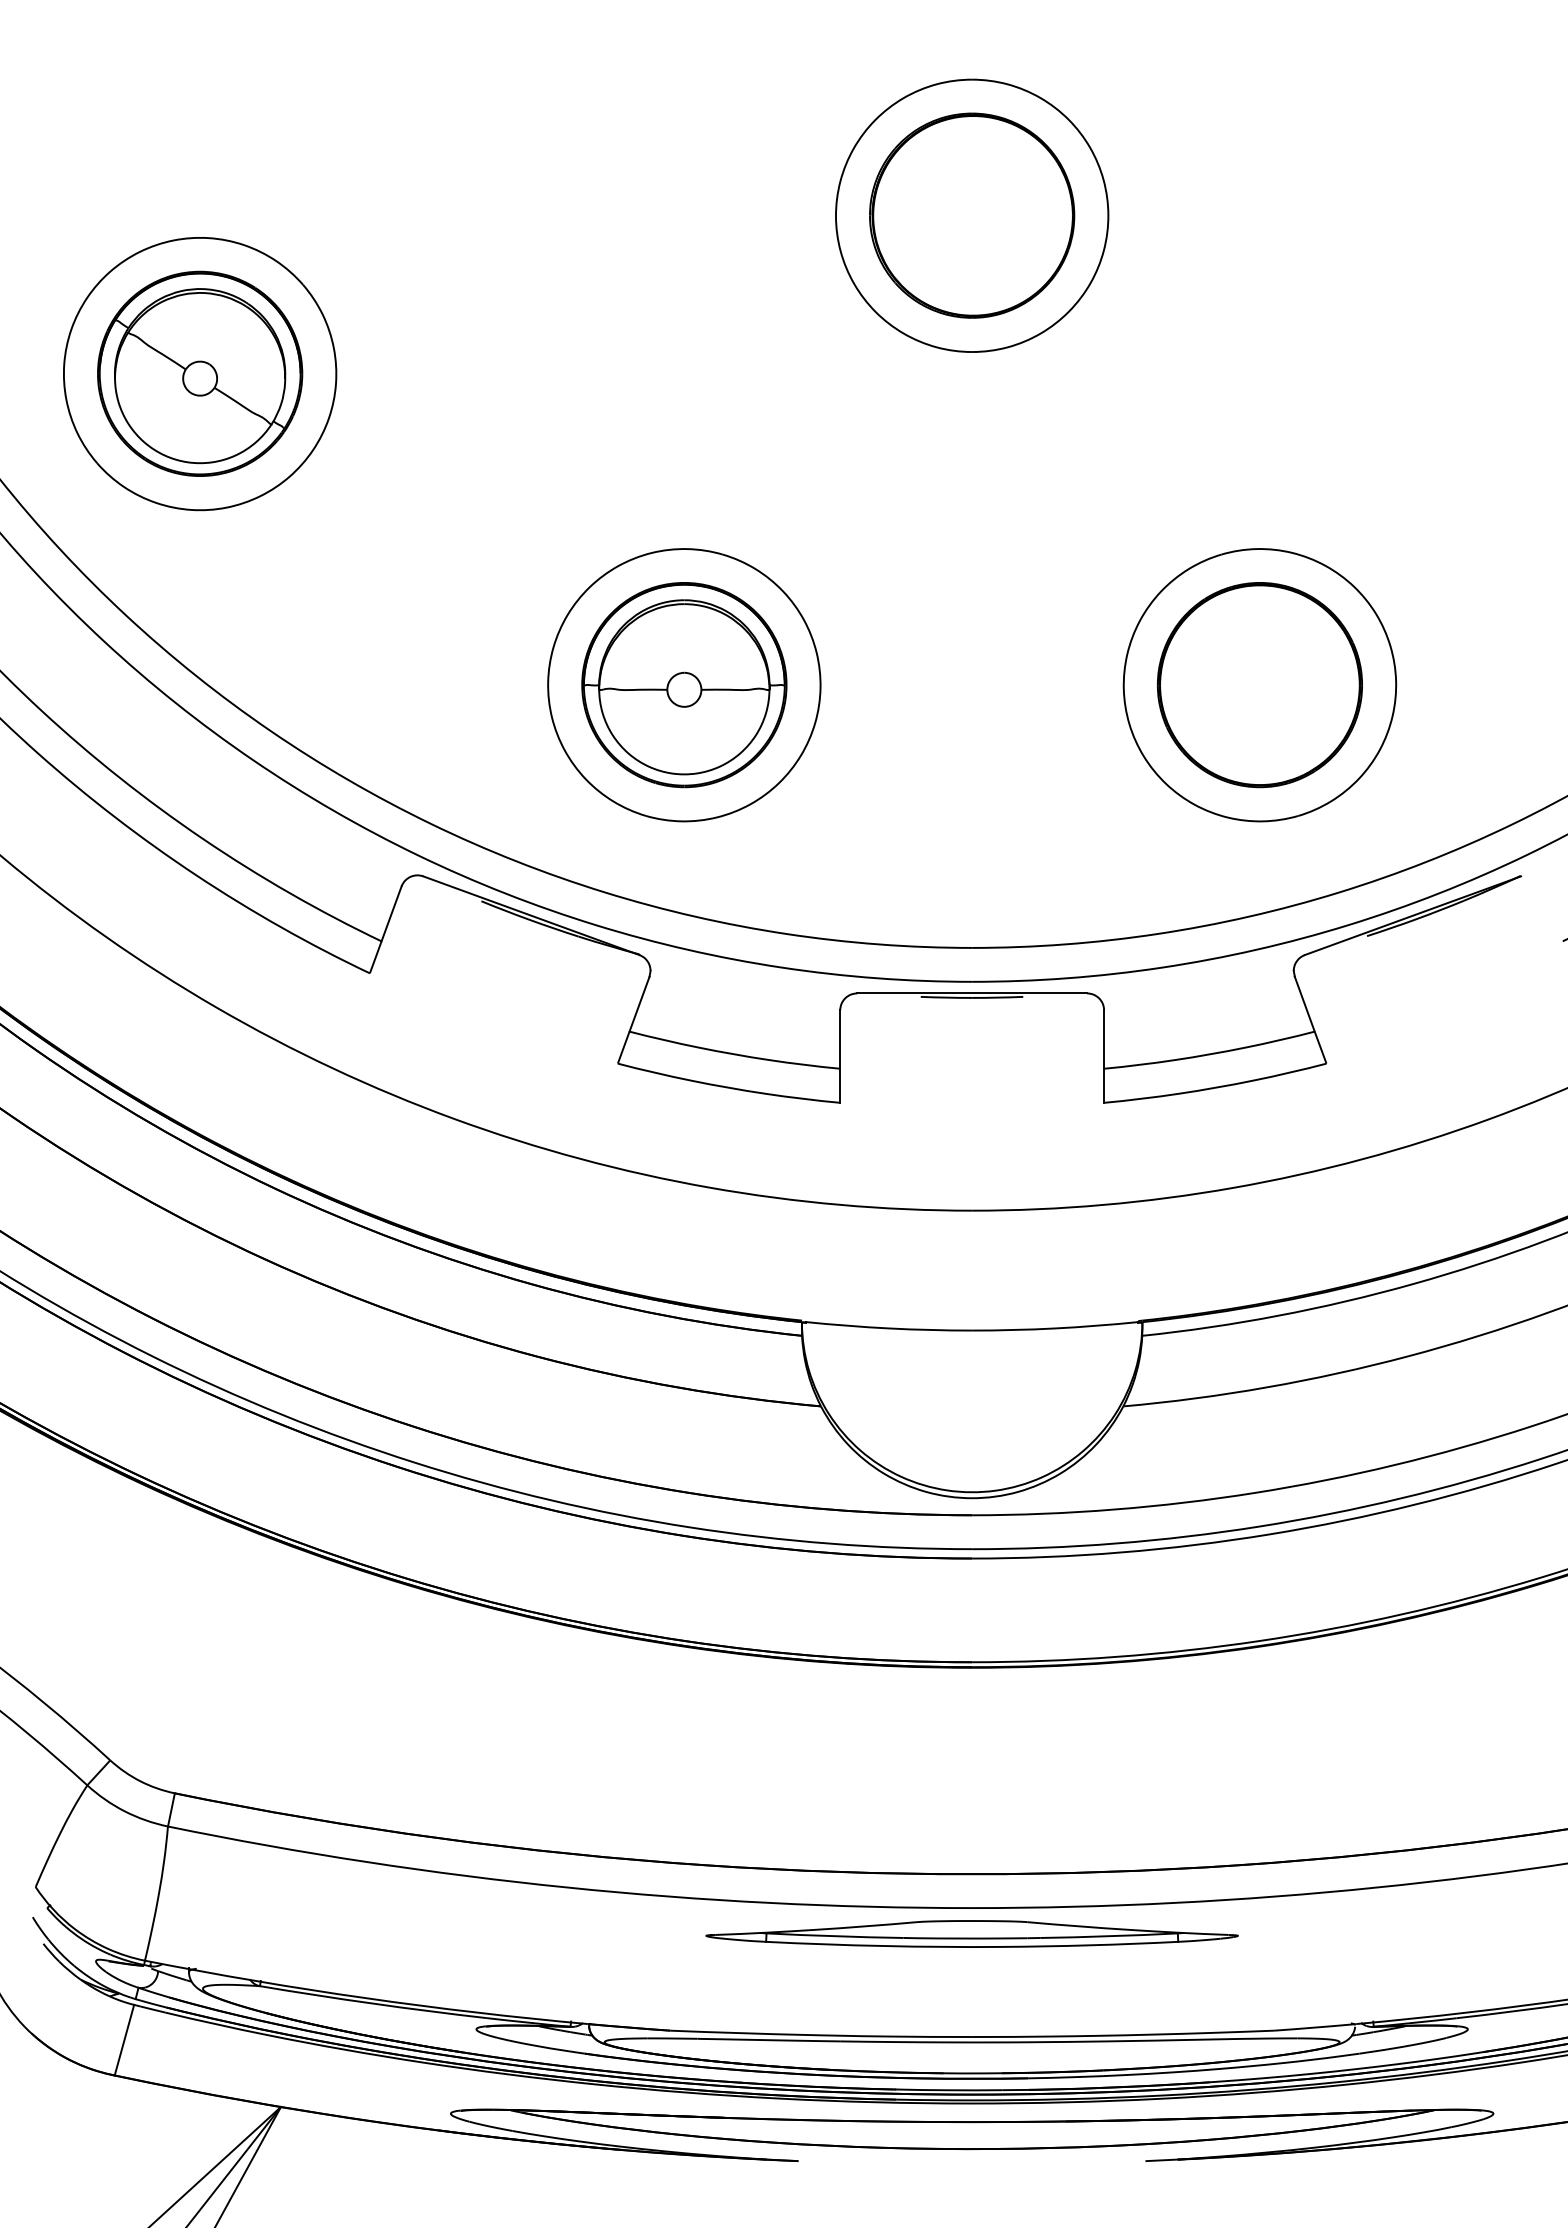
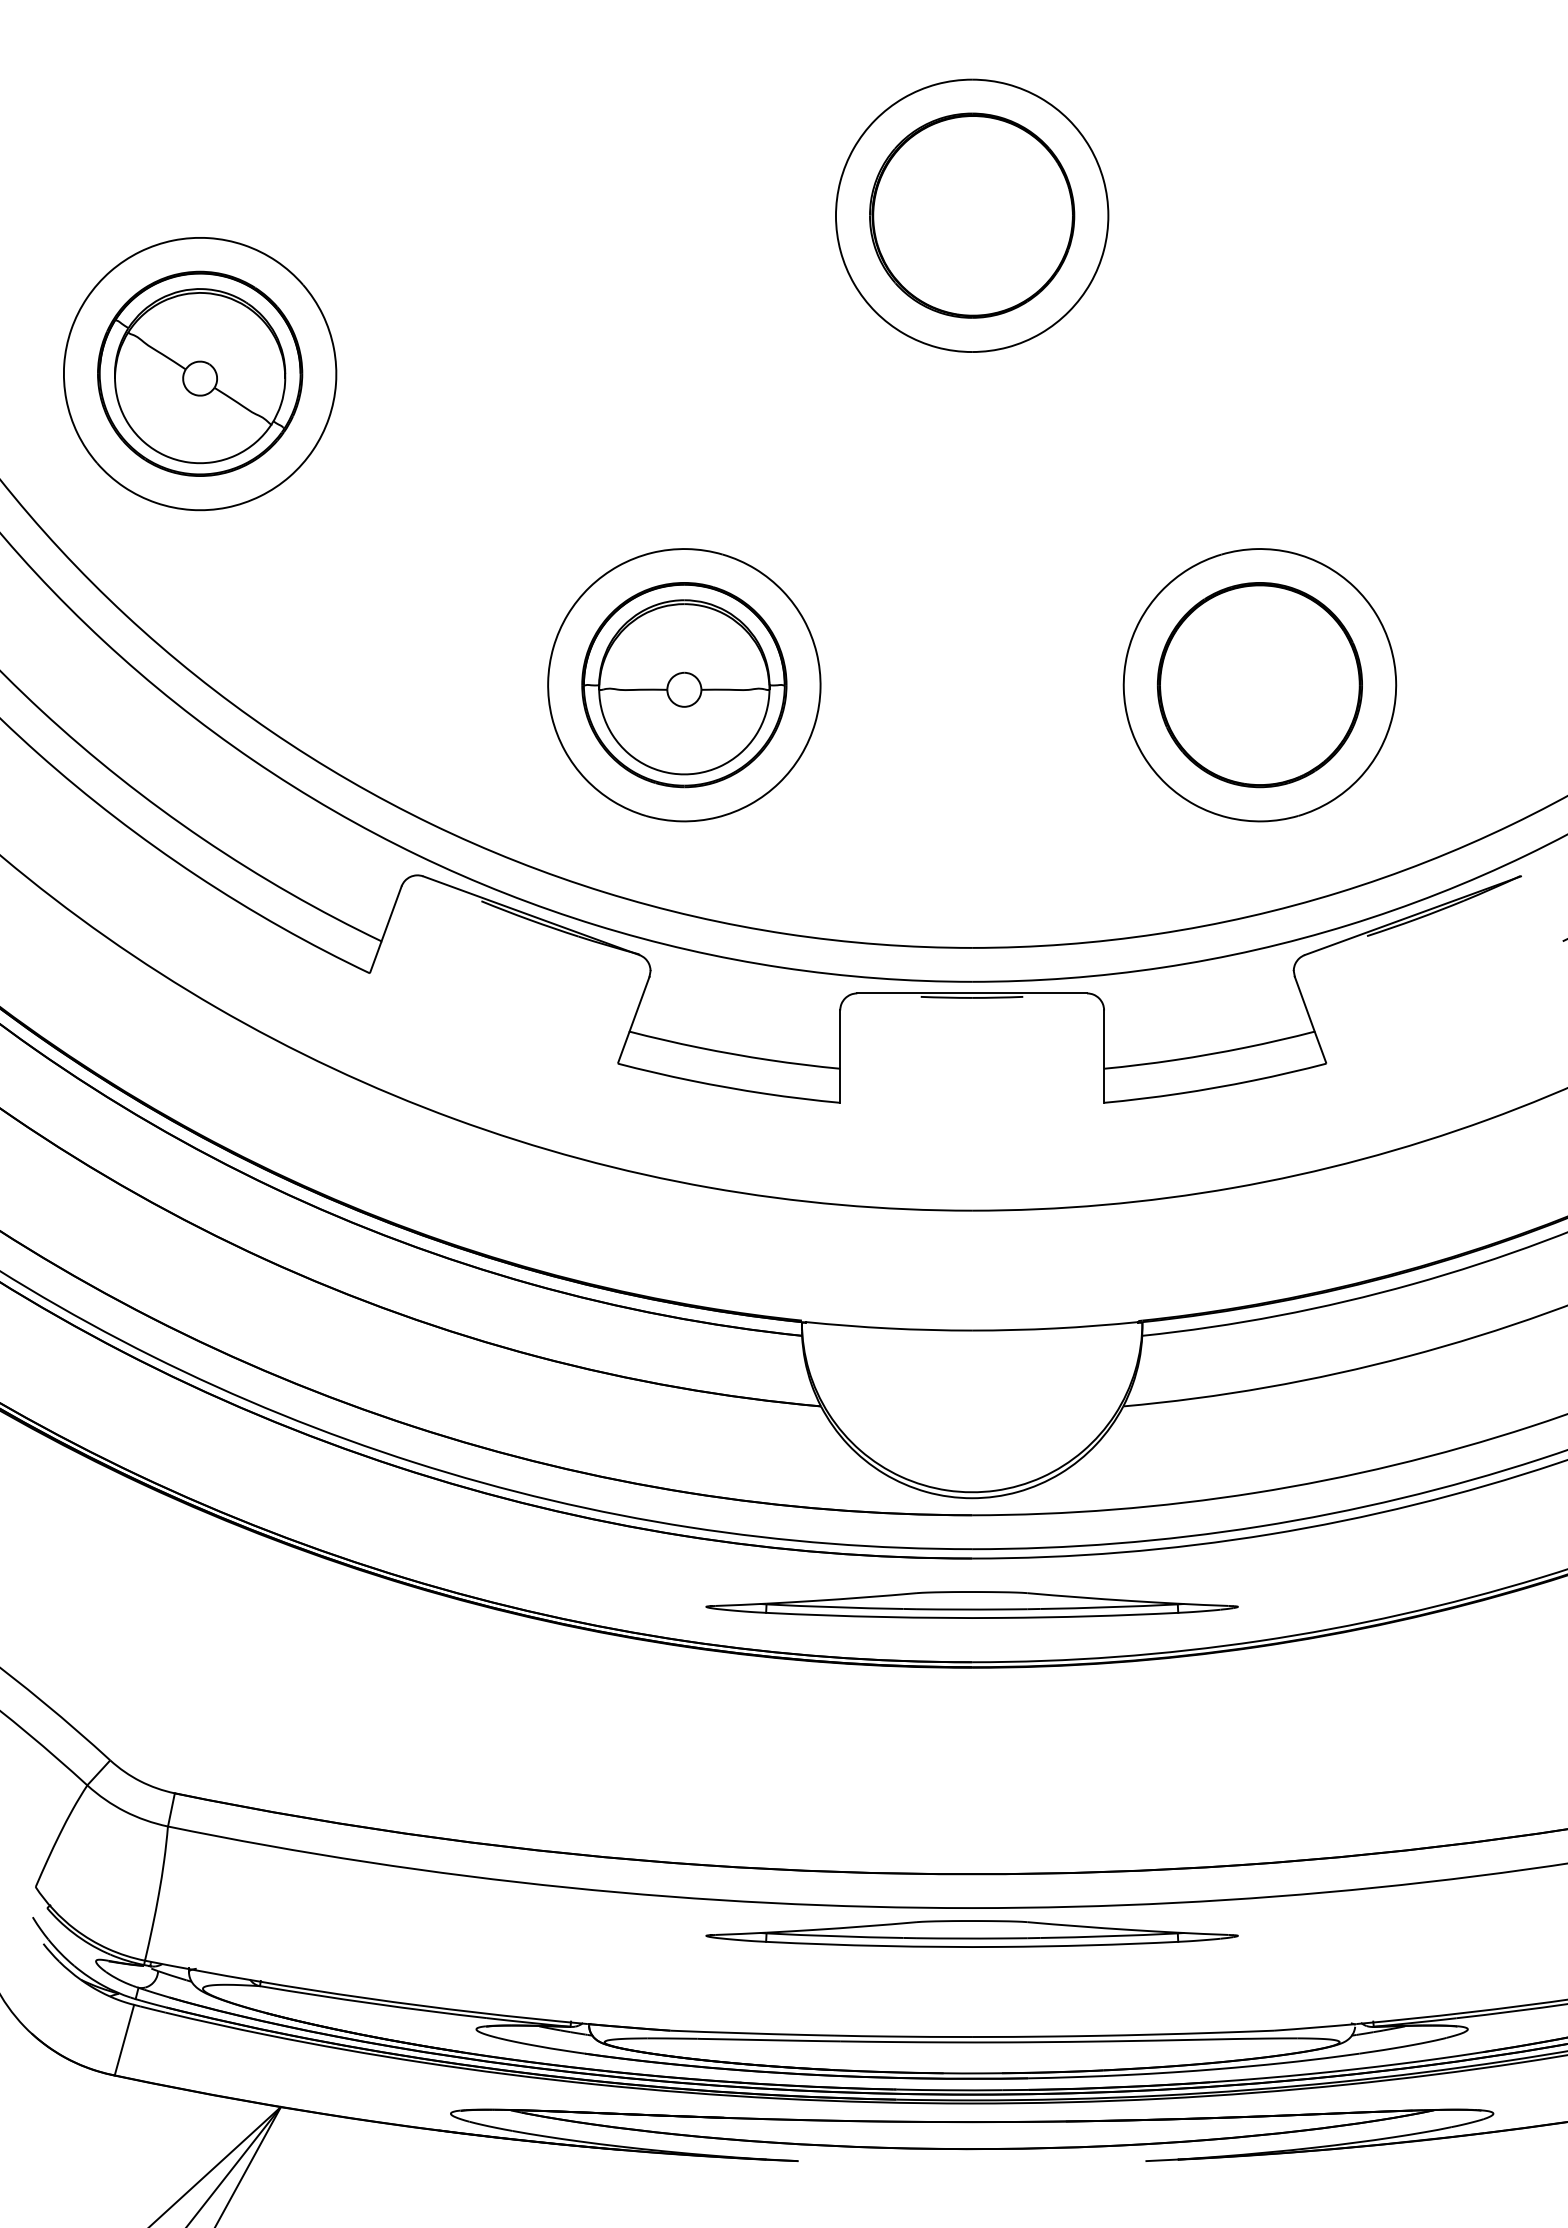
part at (971, 1604): none -> present
